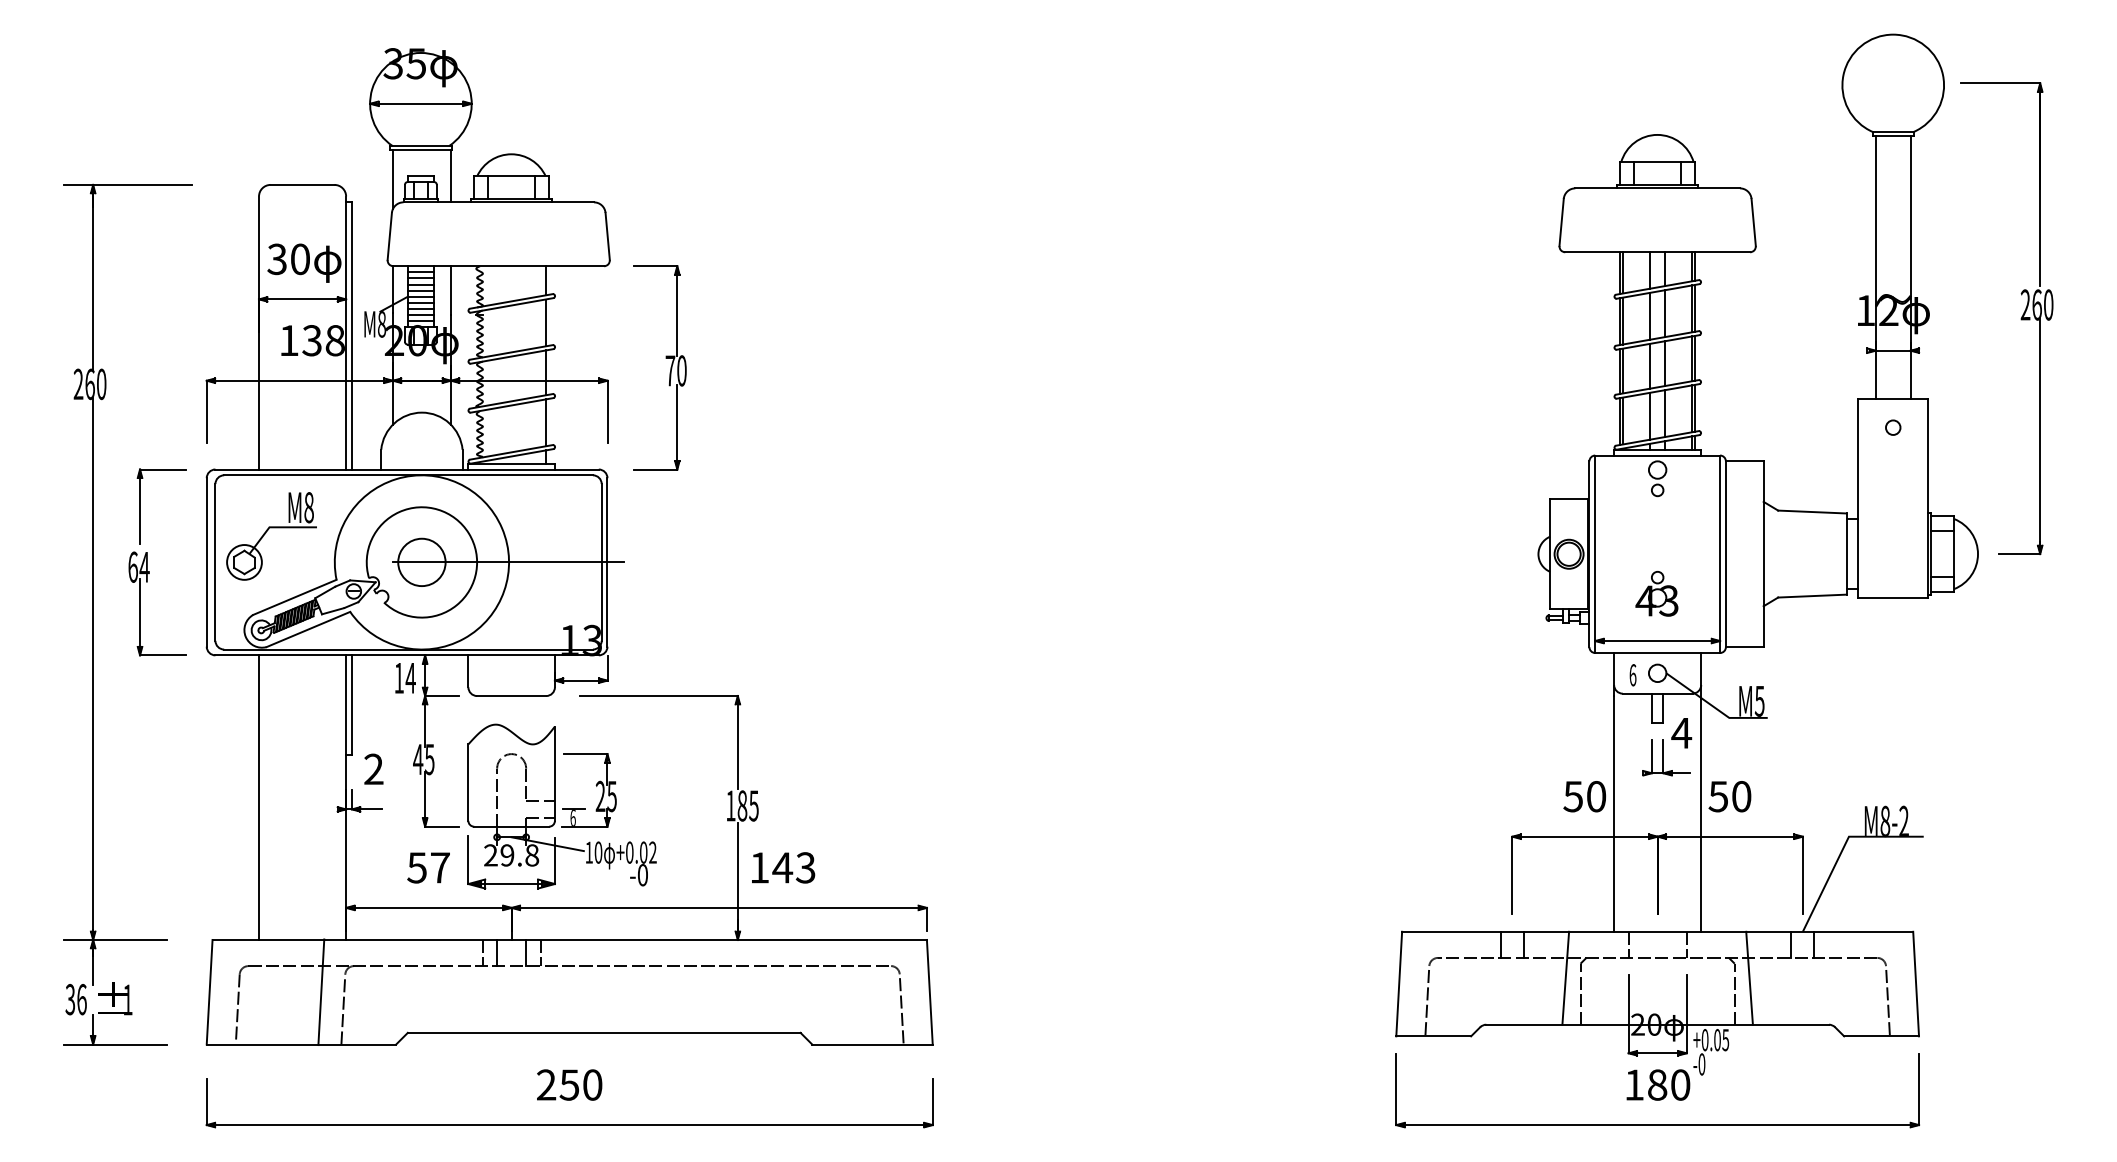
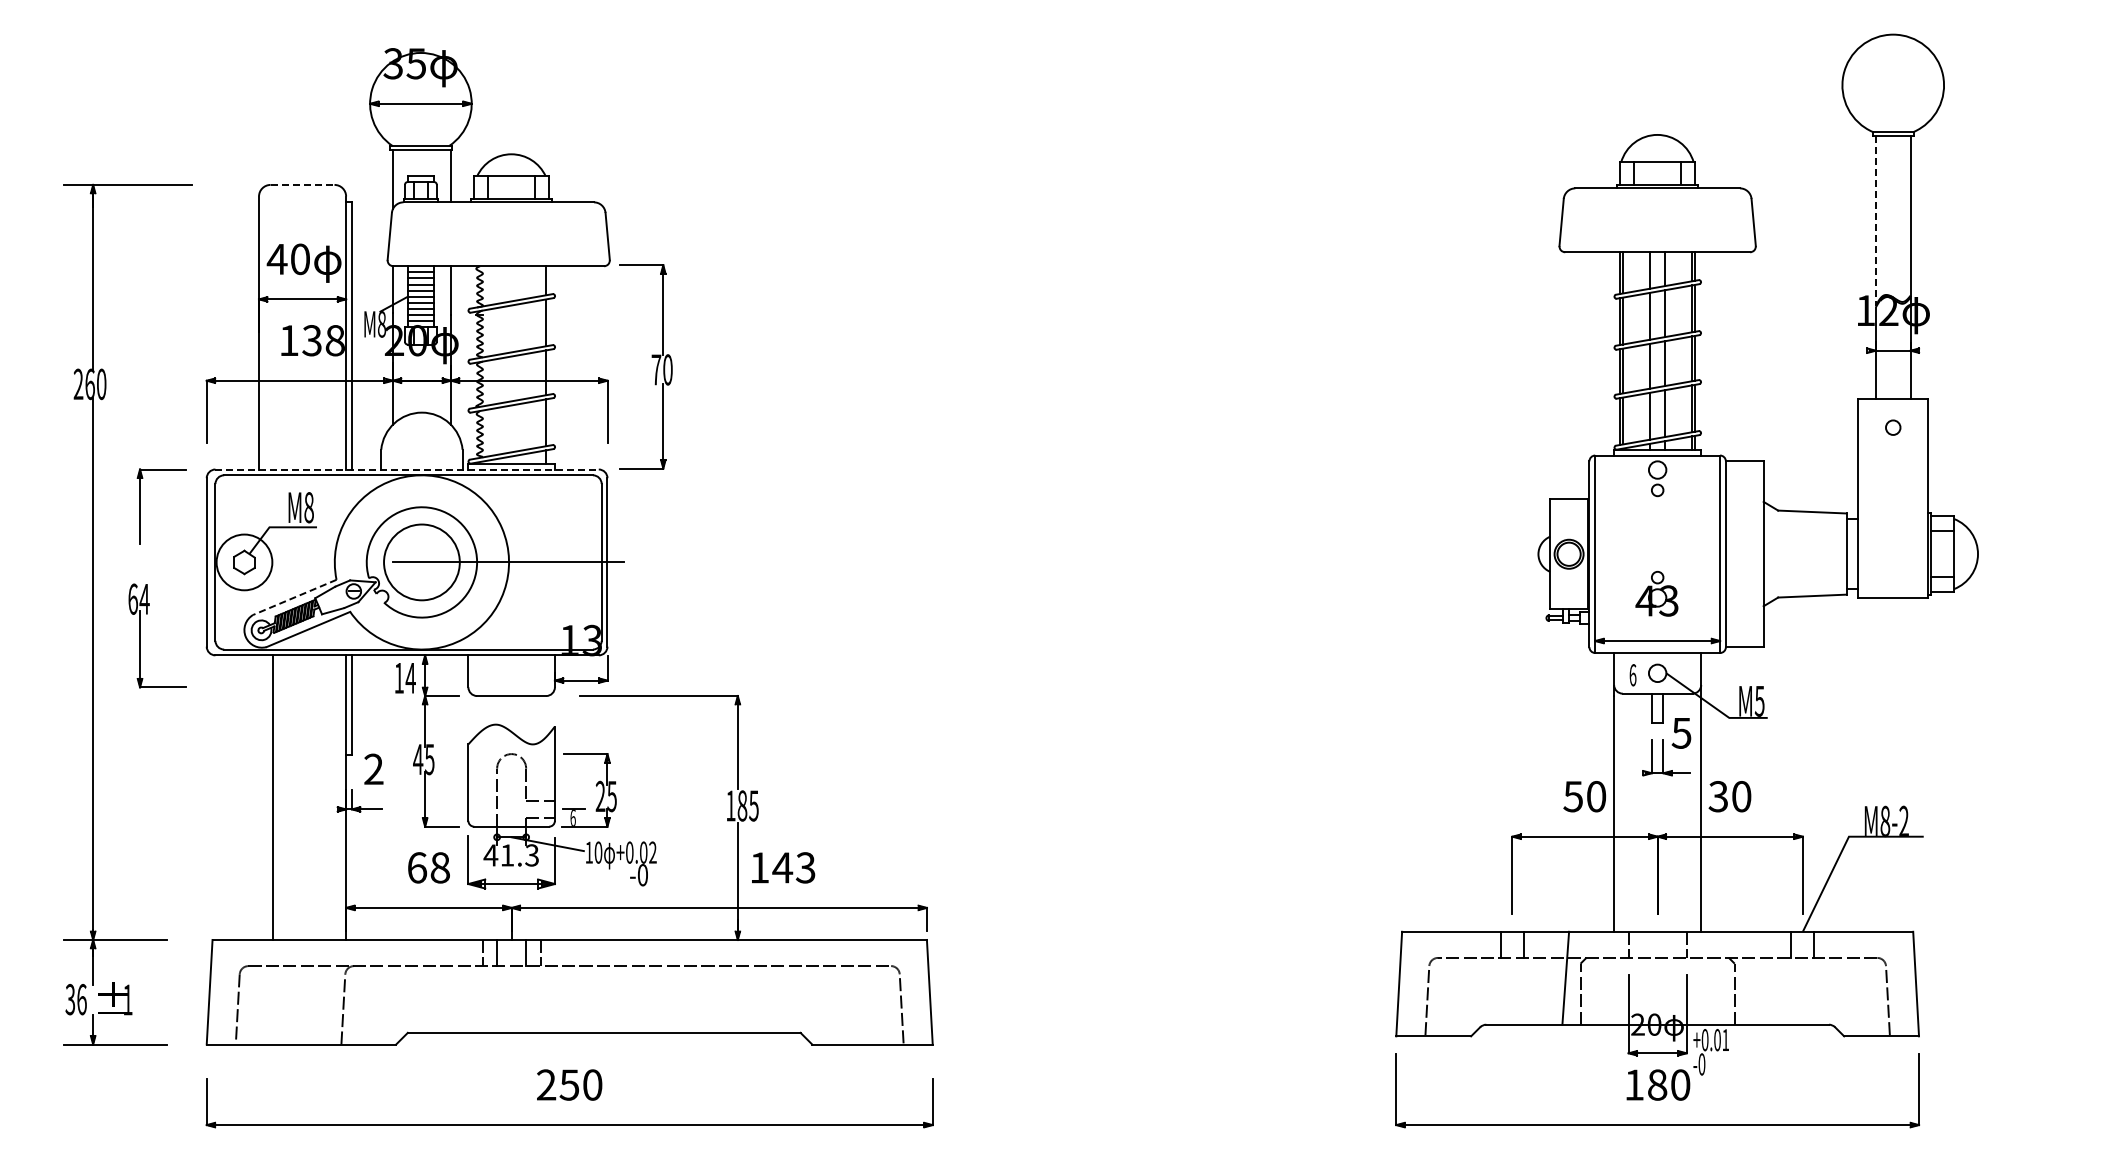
line at (302, 184): solid -> dashed
line at (1875, 221): solid -> dashed
text at (276, 259): 30 -> 40
part at (2020, 318): present -> none
part at (665, 358) position: (665, 358) -> (651, 357)
line at (407, 469): solid -> dashed
circle at (244, 562) diameter: 35 px -> 56 px
circle at (421, 562) diameter: 47 px -> 76 px
line at (294, 597): solid -> dashed
part at (140, 603) position: (140, 603) -> (140, 635)
text at (1681, 733): 4 -> 5
text at (1717, 796): 50 -> 30
line at (259, 797) position: (259, 797) -> (273, 797)
text at (511, 855): 29.8 -> 41.3
text at (428, 867): 57 -> 68
line at (1749, 977): present -> none
line at (321, 992): present -> none
text at (1725, 1040): +0.05 -> +0.01
